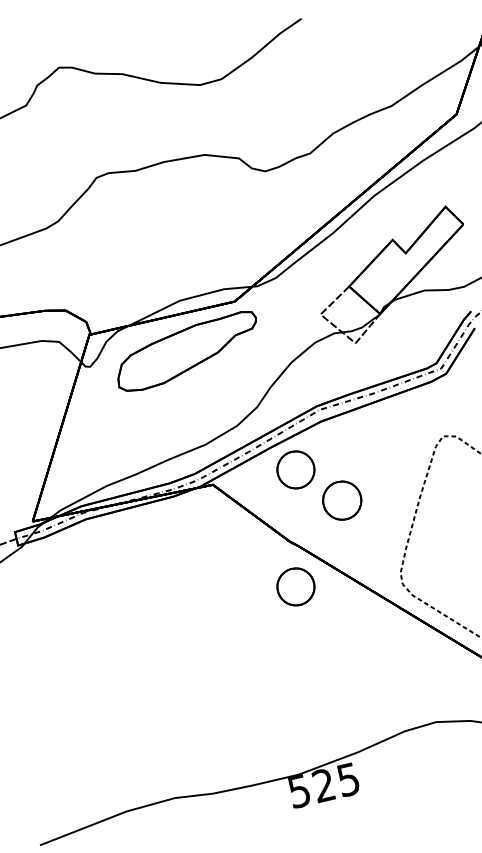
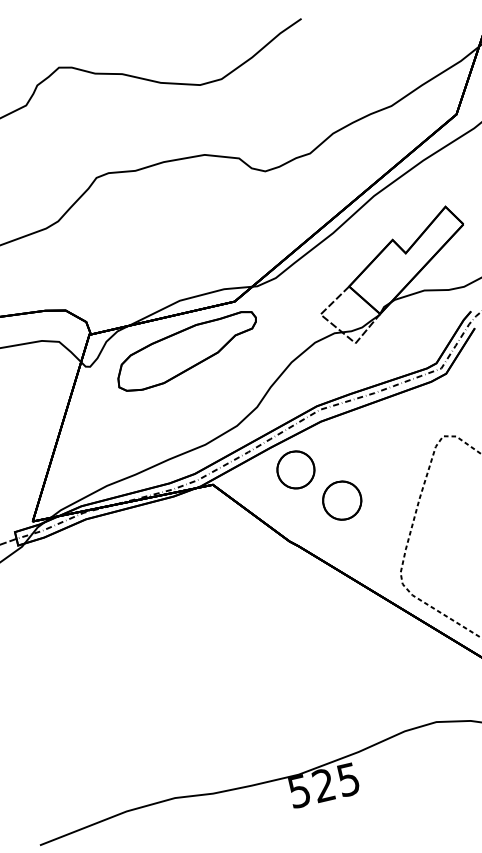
part at (295, 586): present -> none
